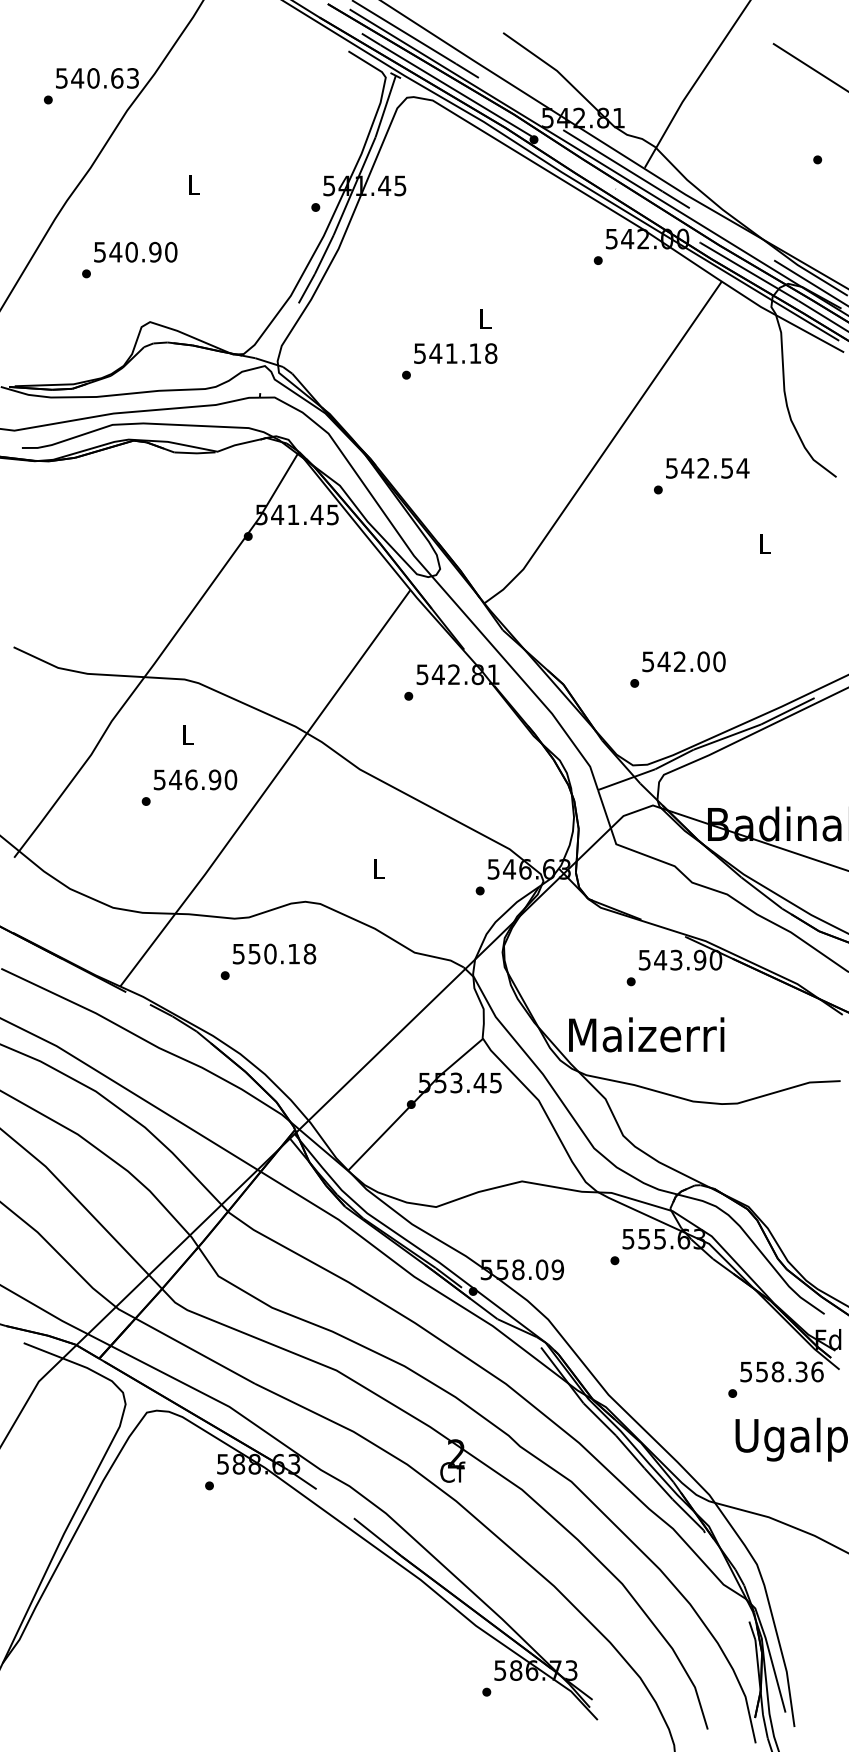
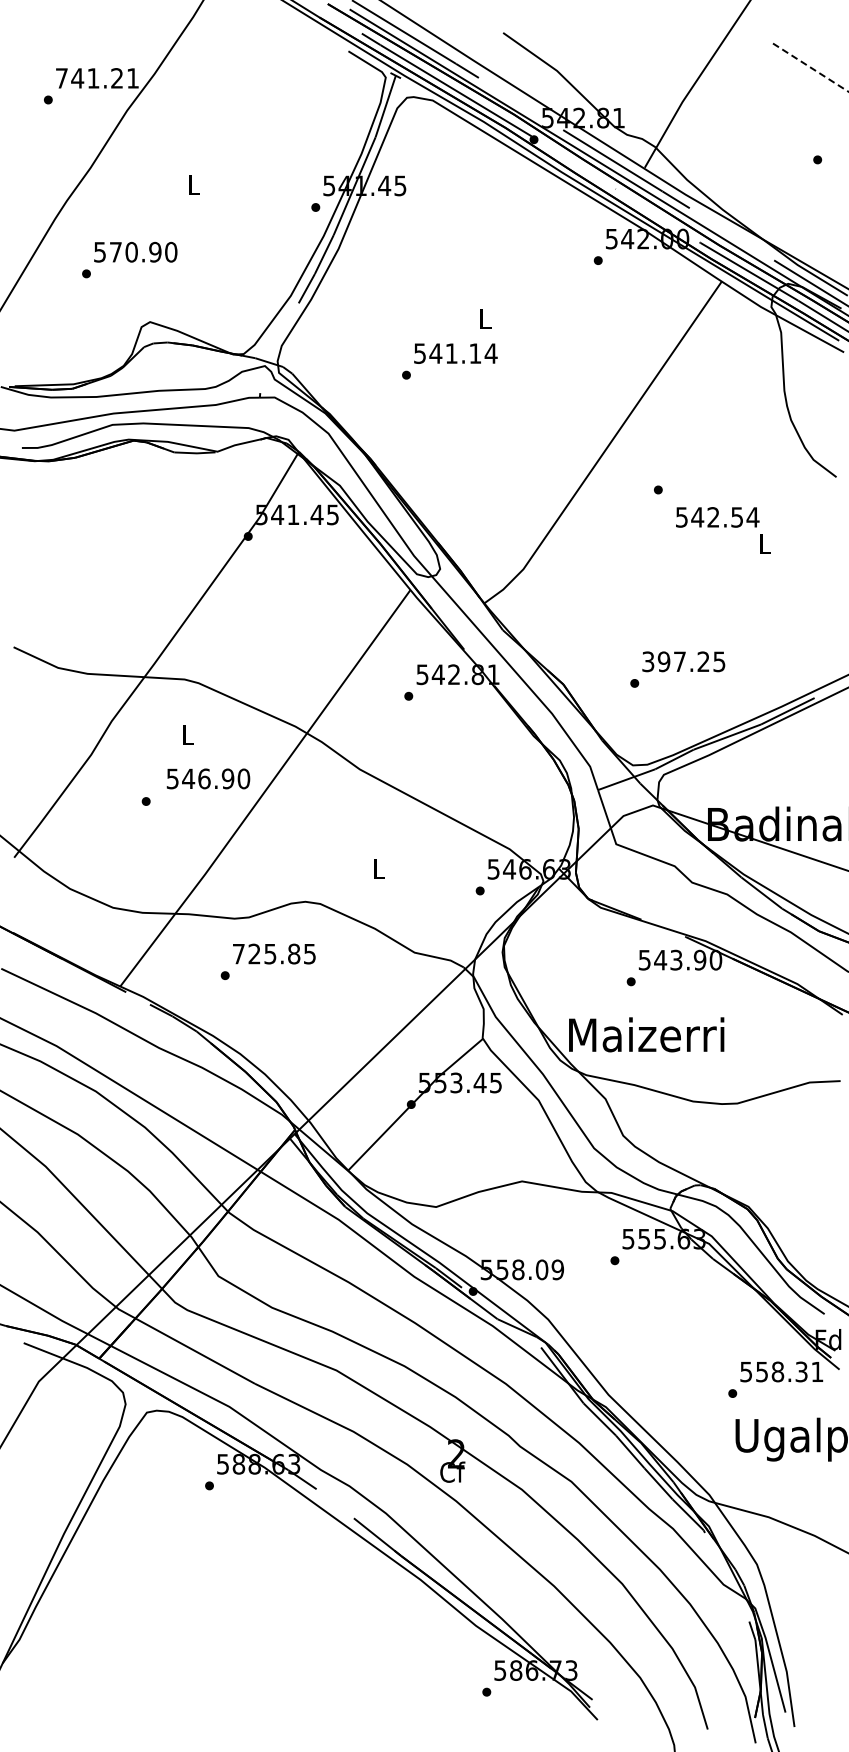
line at (810, 67): solid -> dashed
text at (97, 78): 540.63 -> 741.21
text at (115, 252): 540.90 -> 570.90
text at (490, 353): 541.18 -> 541.14
text at (707, 468) position: (707, 468) -> (717, 517)
text at (684, 661): 542.00 -> 397.25
text at (195, 779) position: (195, 779) -> (208, 778)
text at (274, 953): 550.18 -> 725.85
text at (817, 1371): 558.36 -> 558.31
